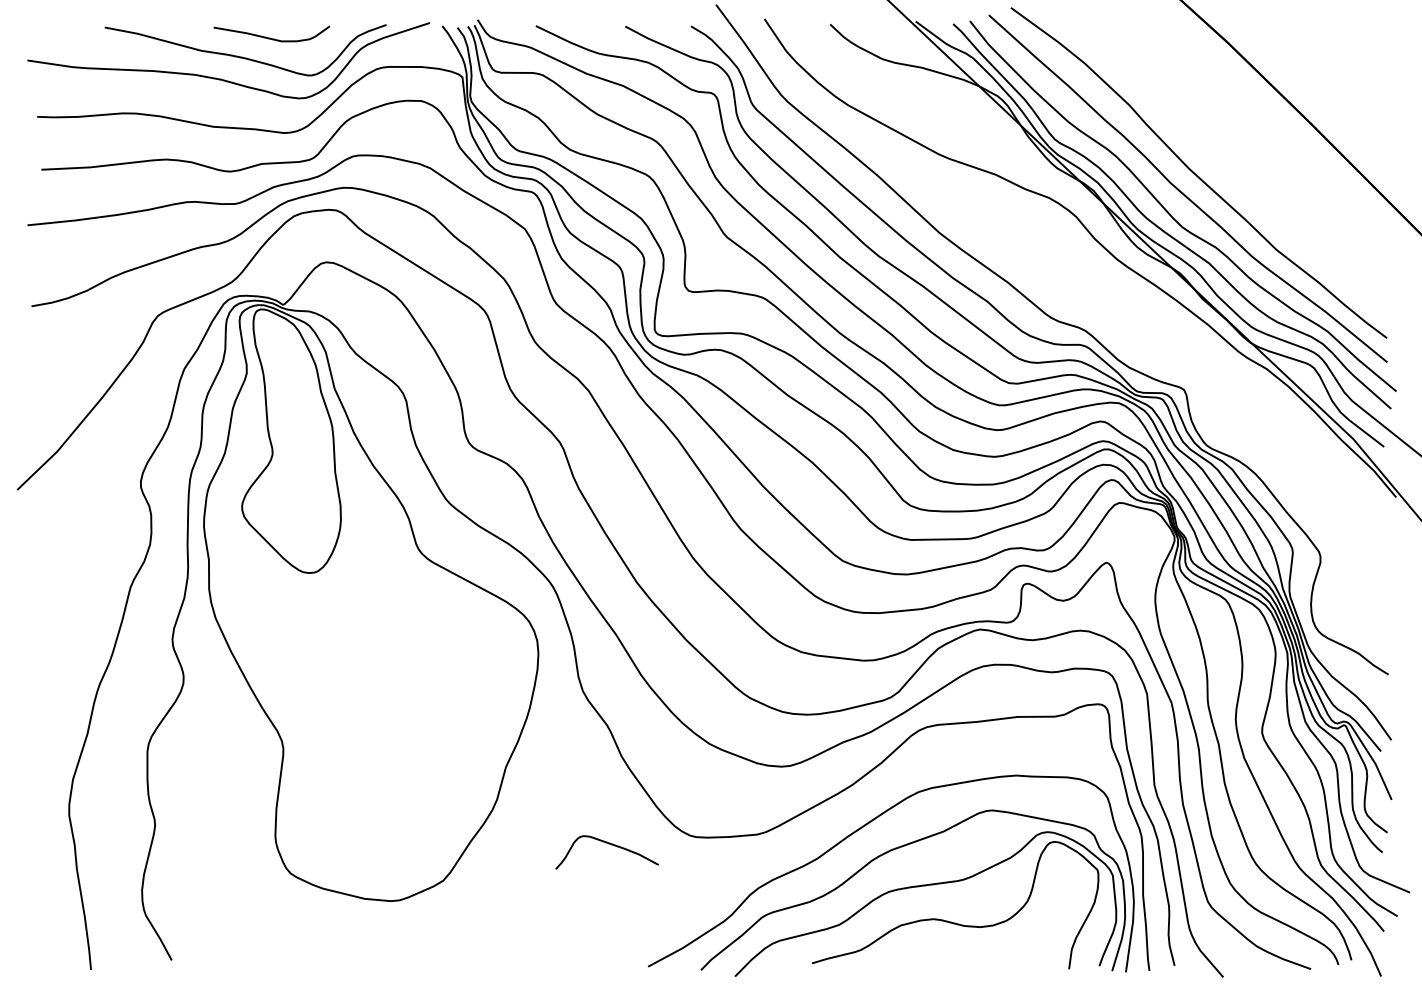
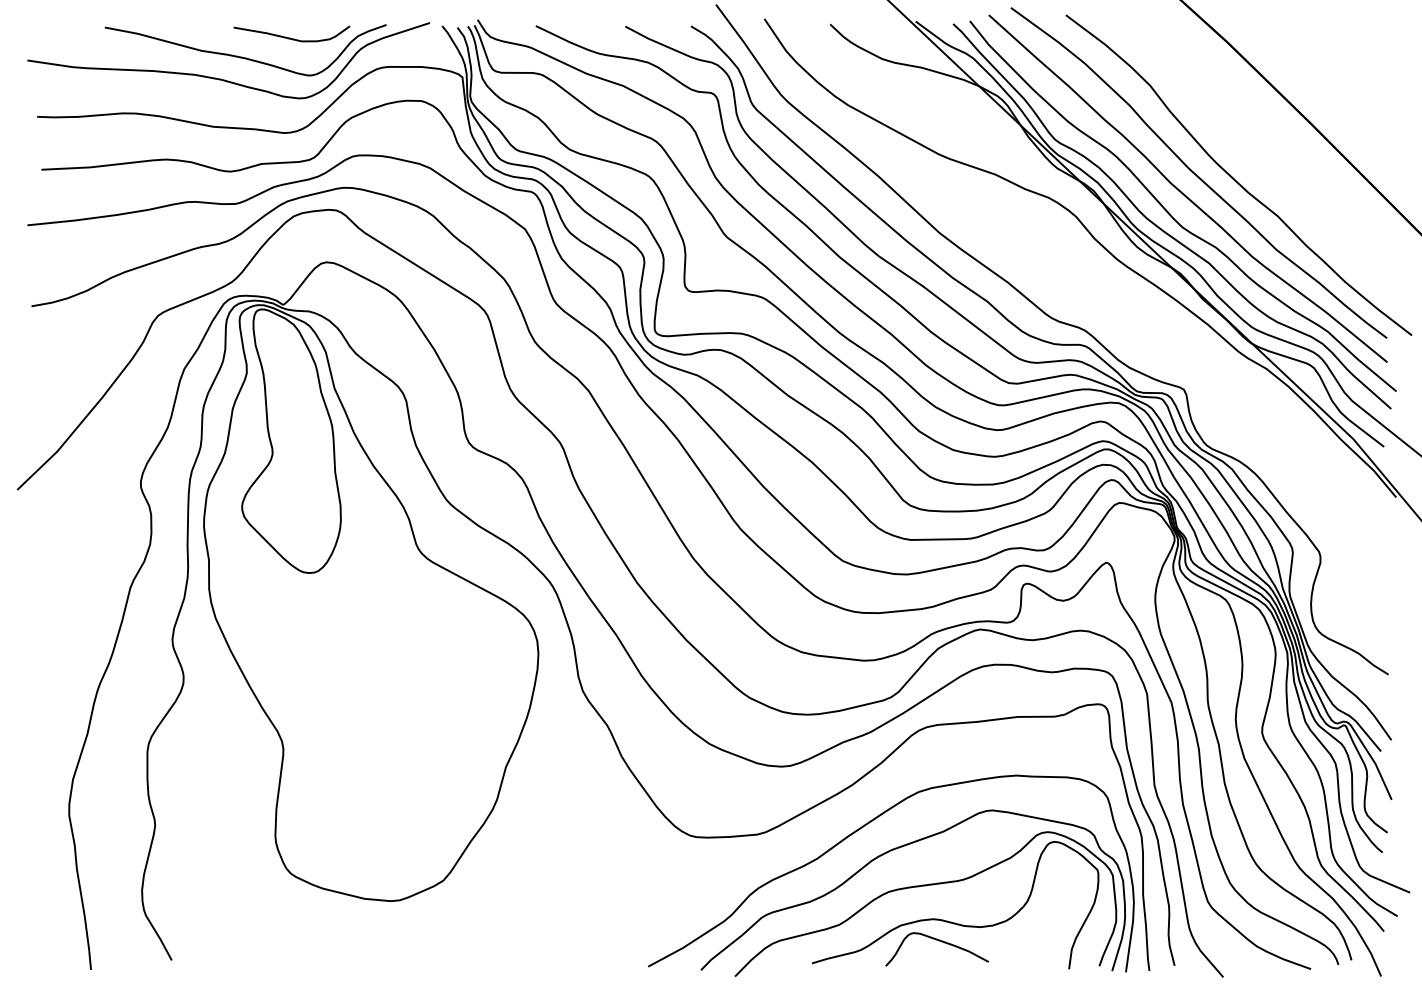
curve at (270, 37) position: (270, 37) -> (290, 37)
curve at (1234, 178): none -> present
curve at (608, 844) position: (608, 844) -> (938, 941)
